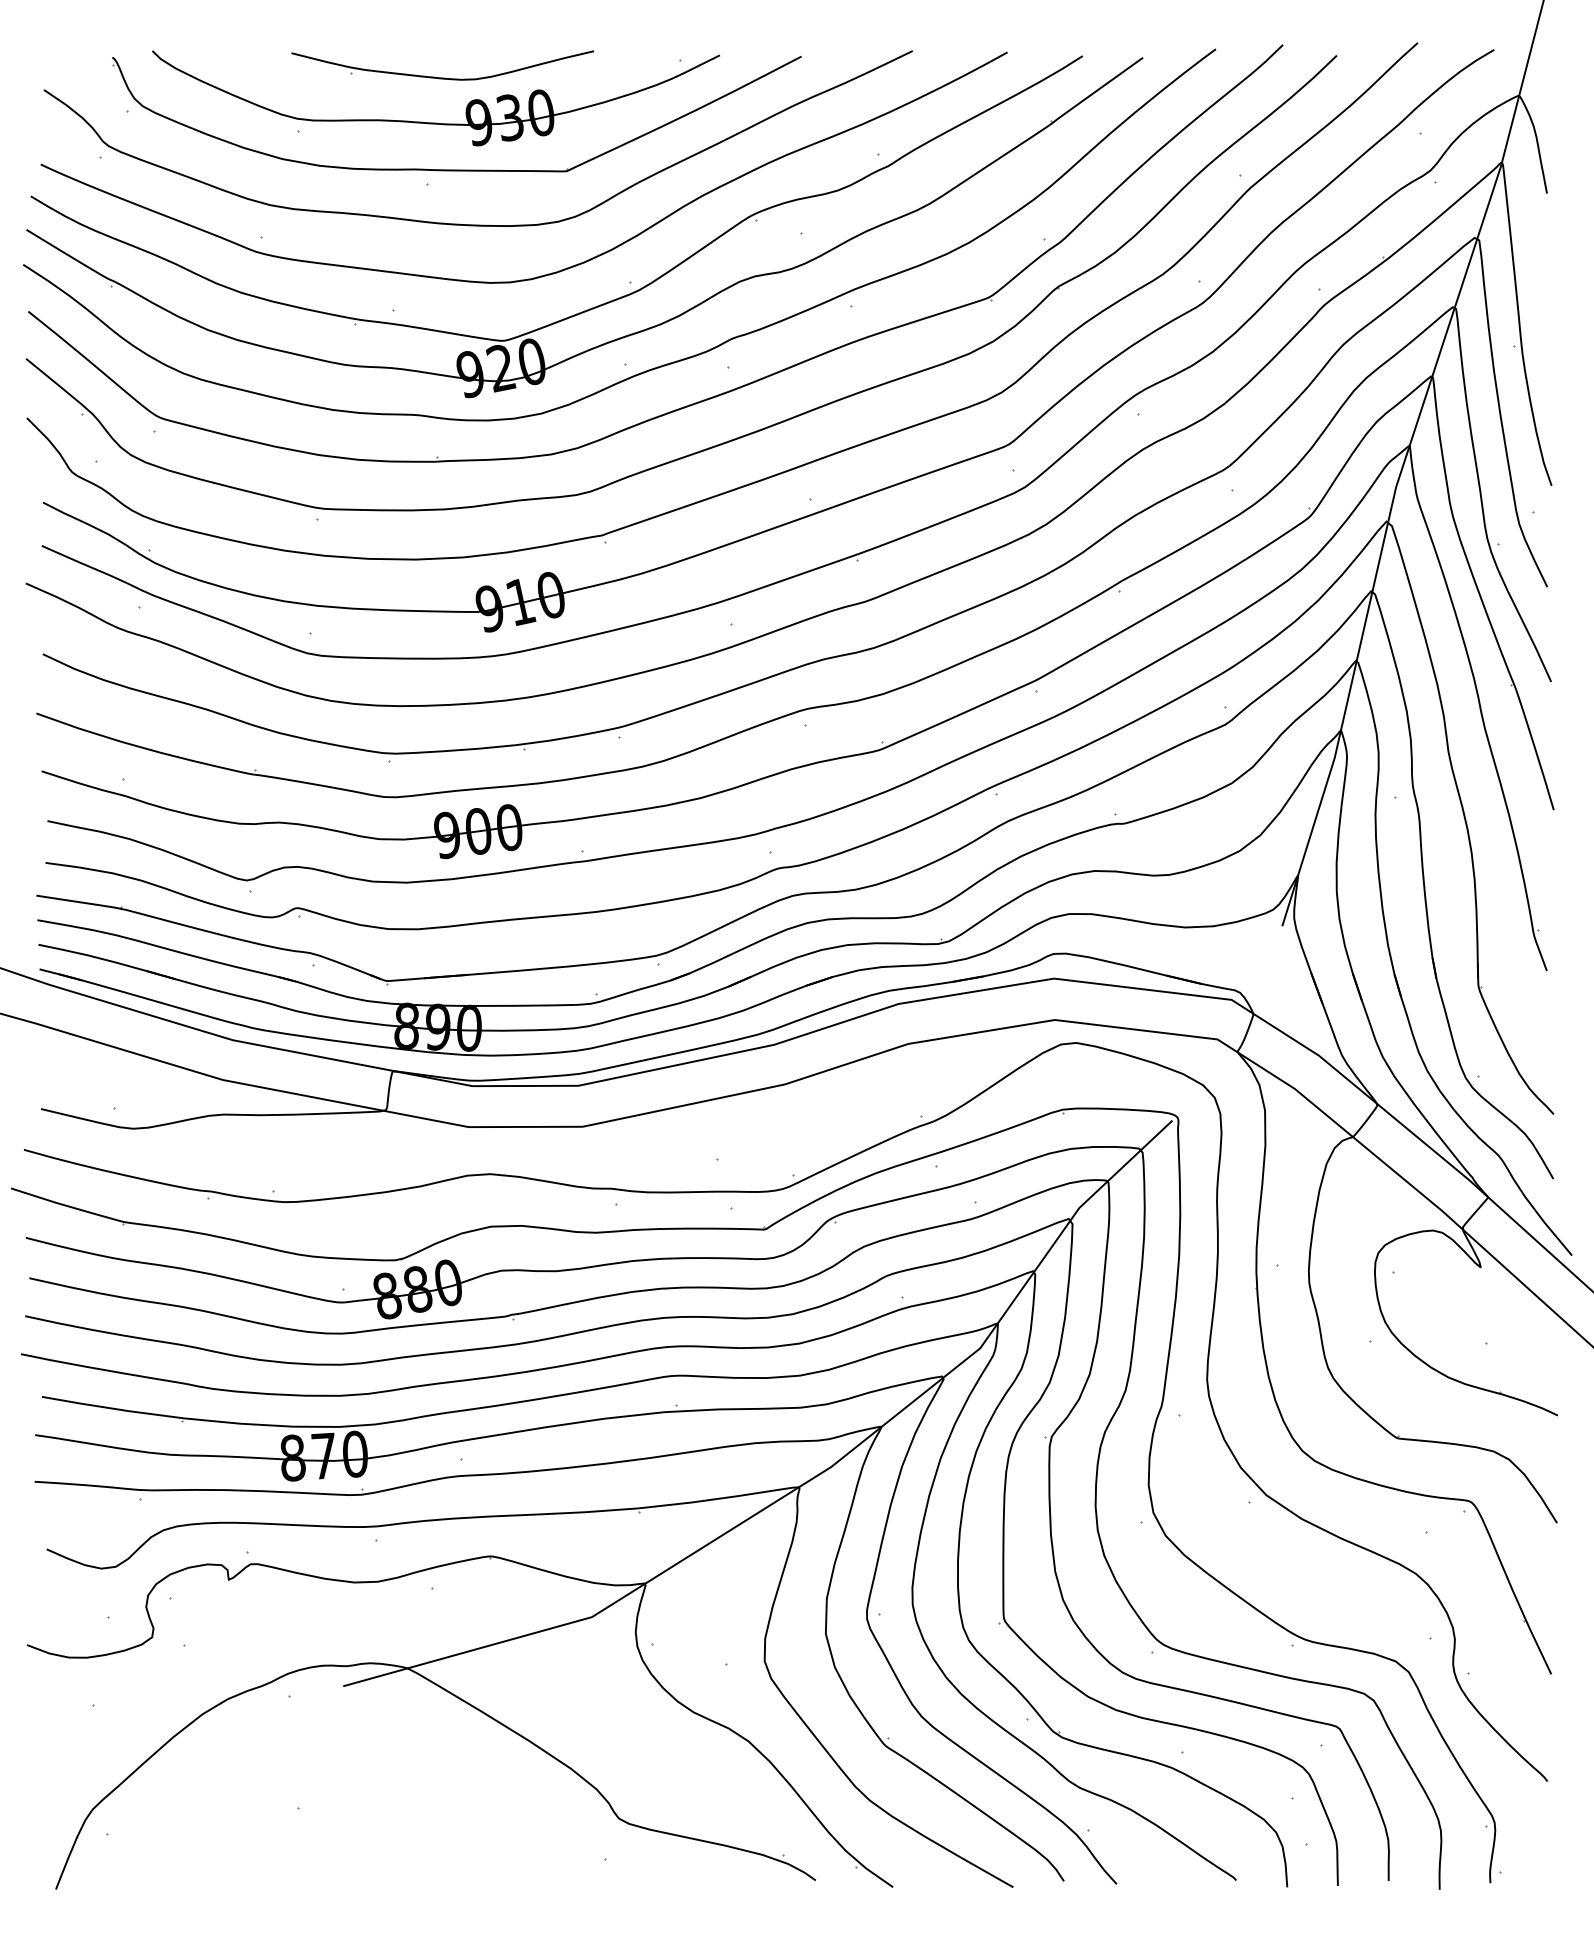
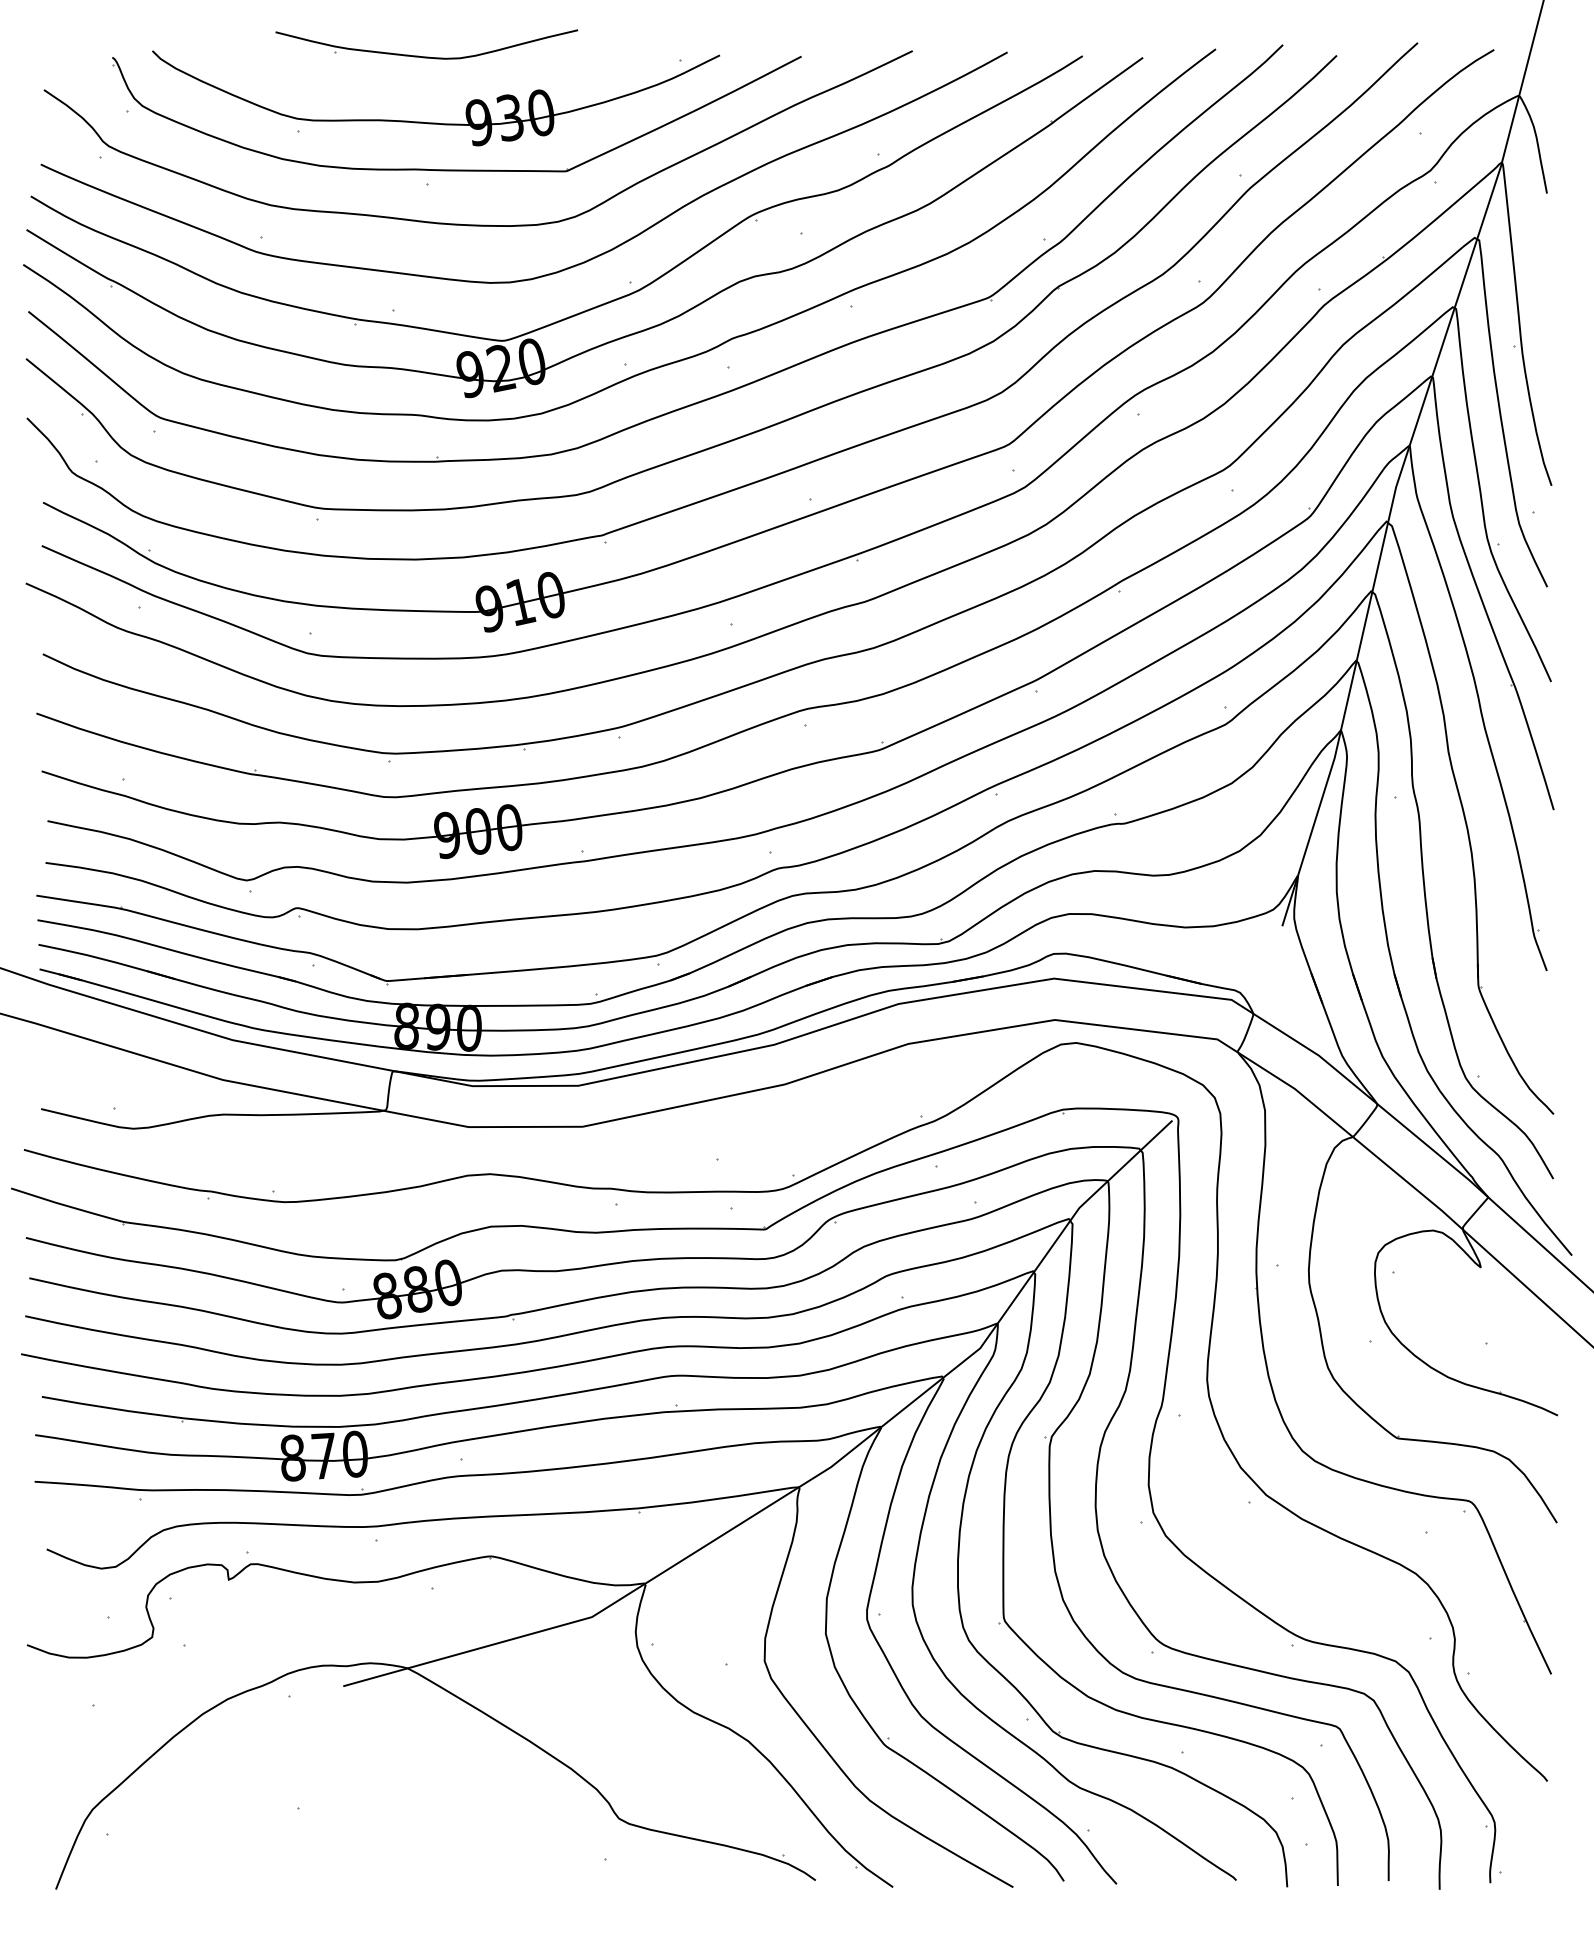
part at (442, 77) position: (442, 77) -> (426, 56)
